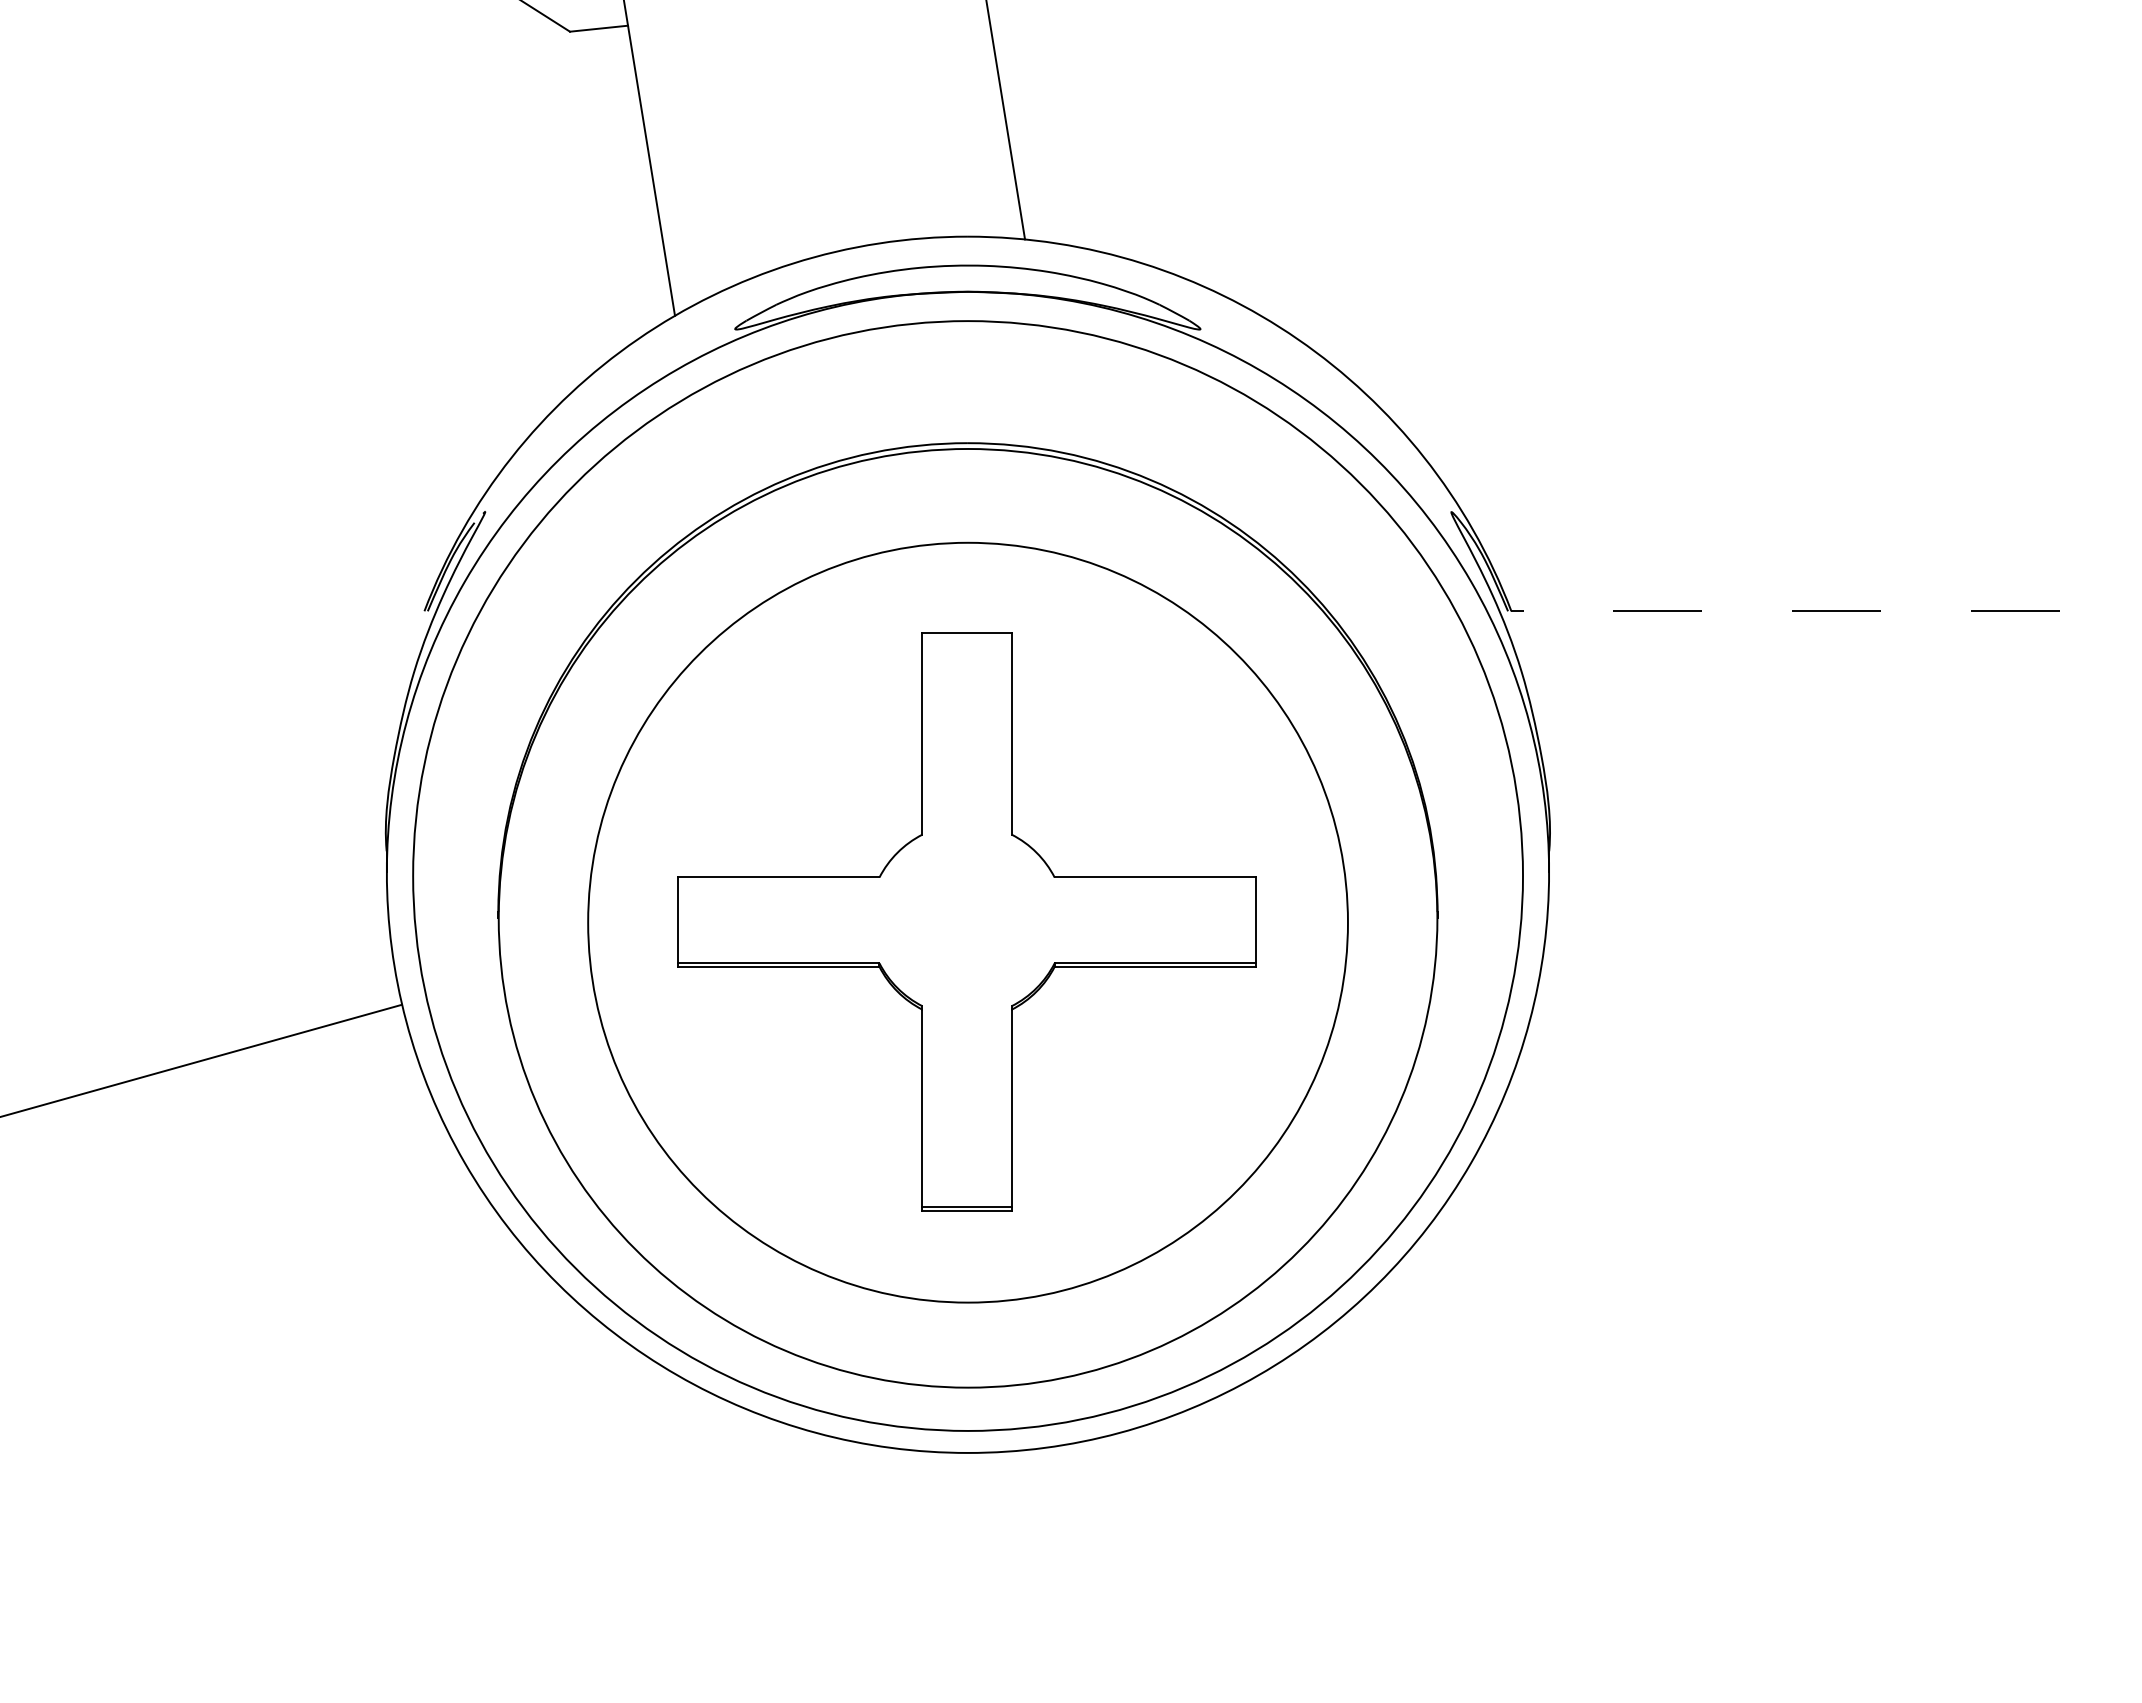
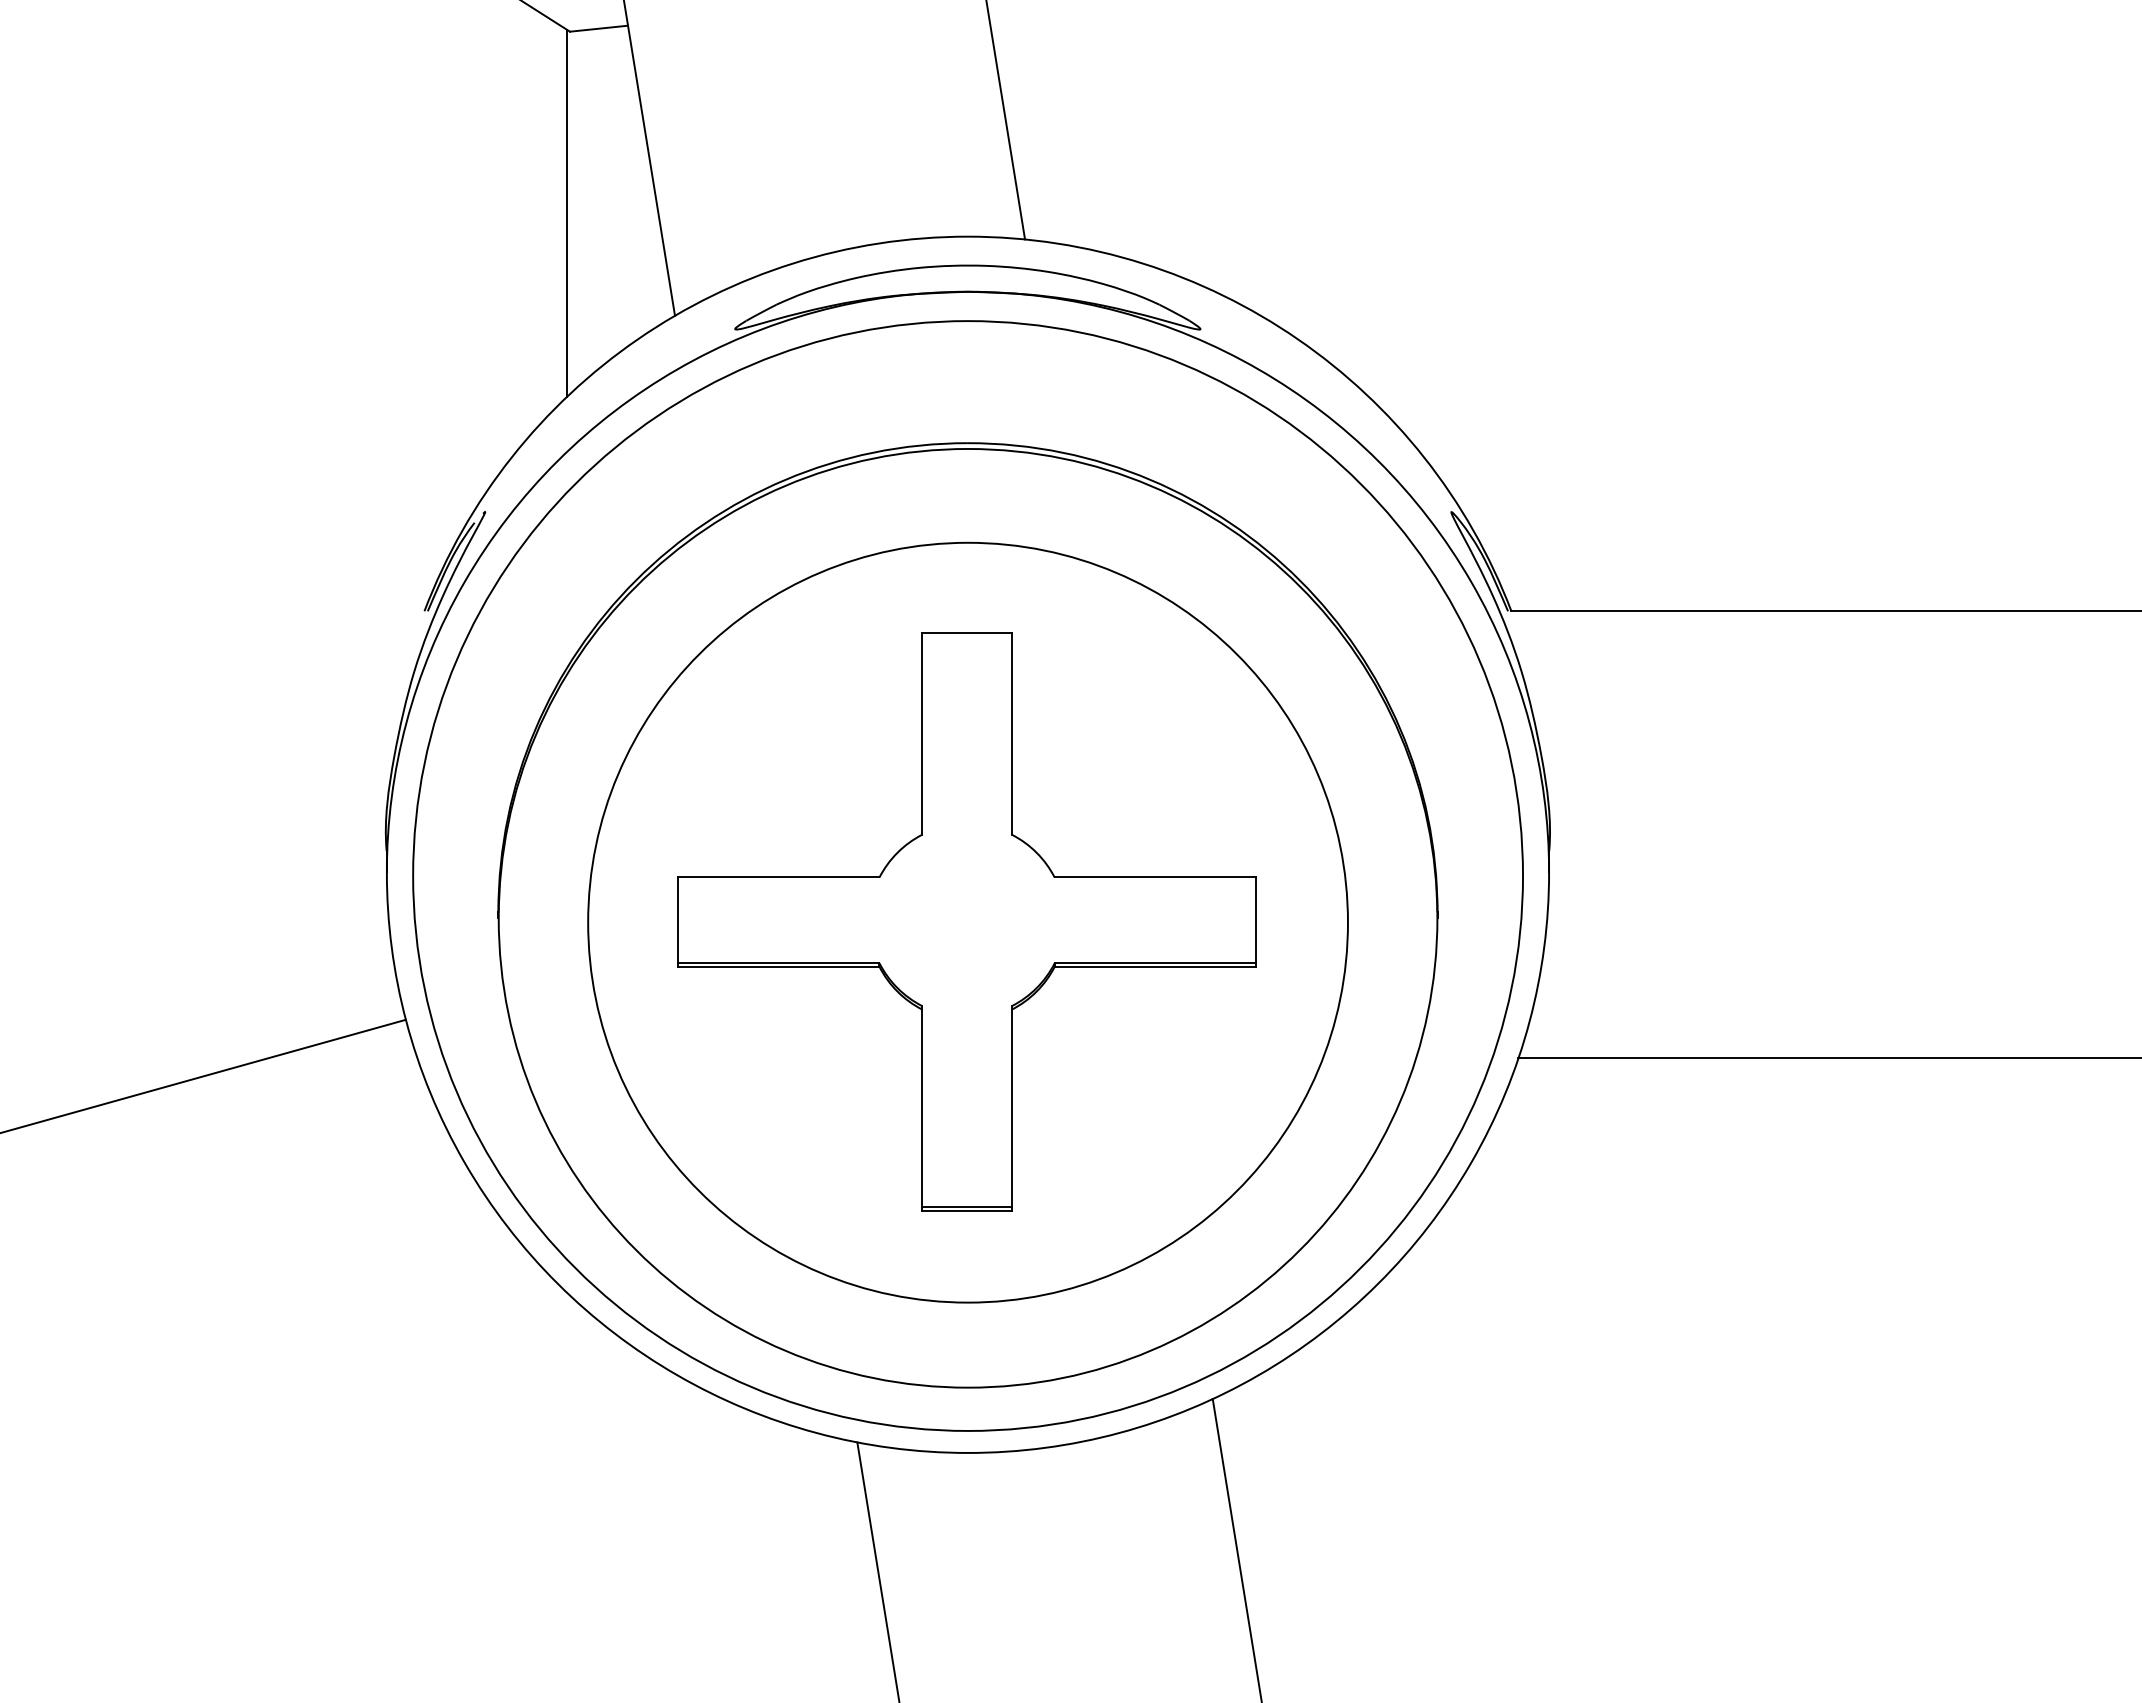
line at (566, 213): none -> present
line at (1826, 611): dashed -> solid
line at (1828, 1058): none -> present
line at (201, 1060) position: (201, 1060) -> (203, 1075)
line at (1236, 1549): none -> present
line at (877, 1570): none -> present
